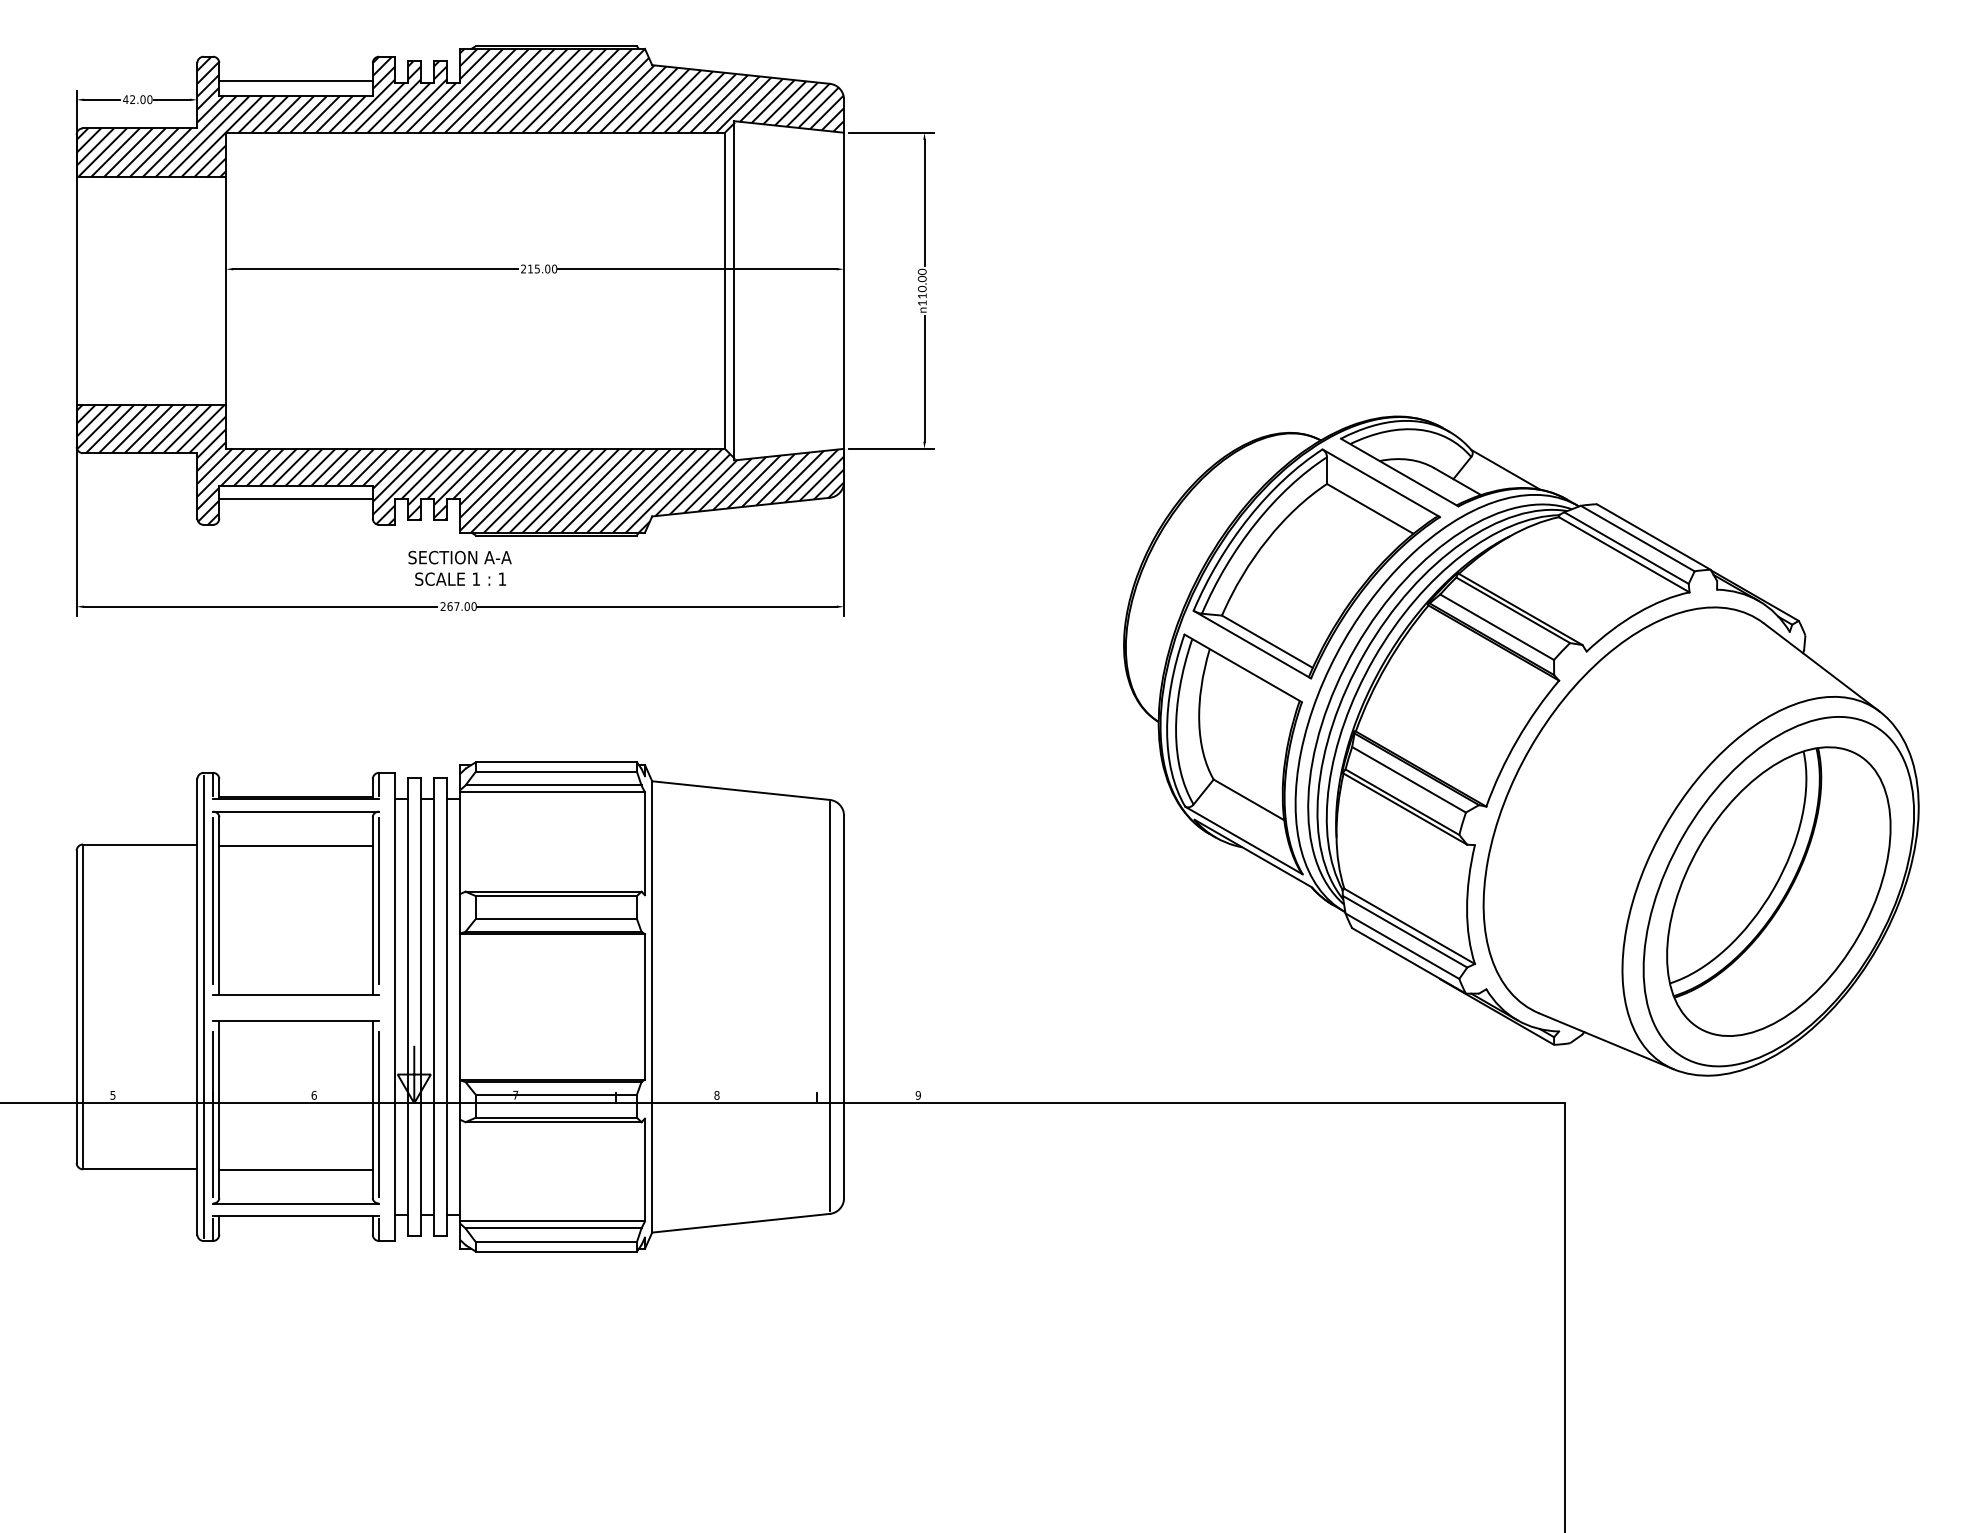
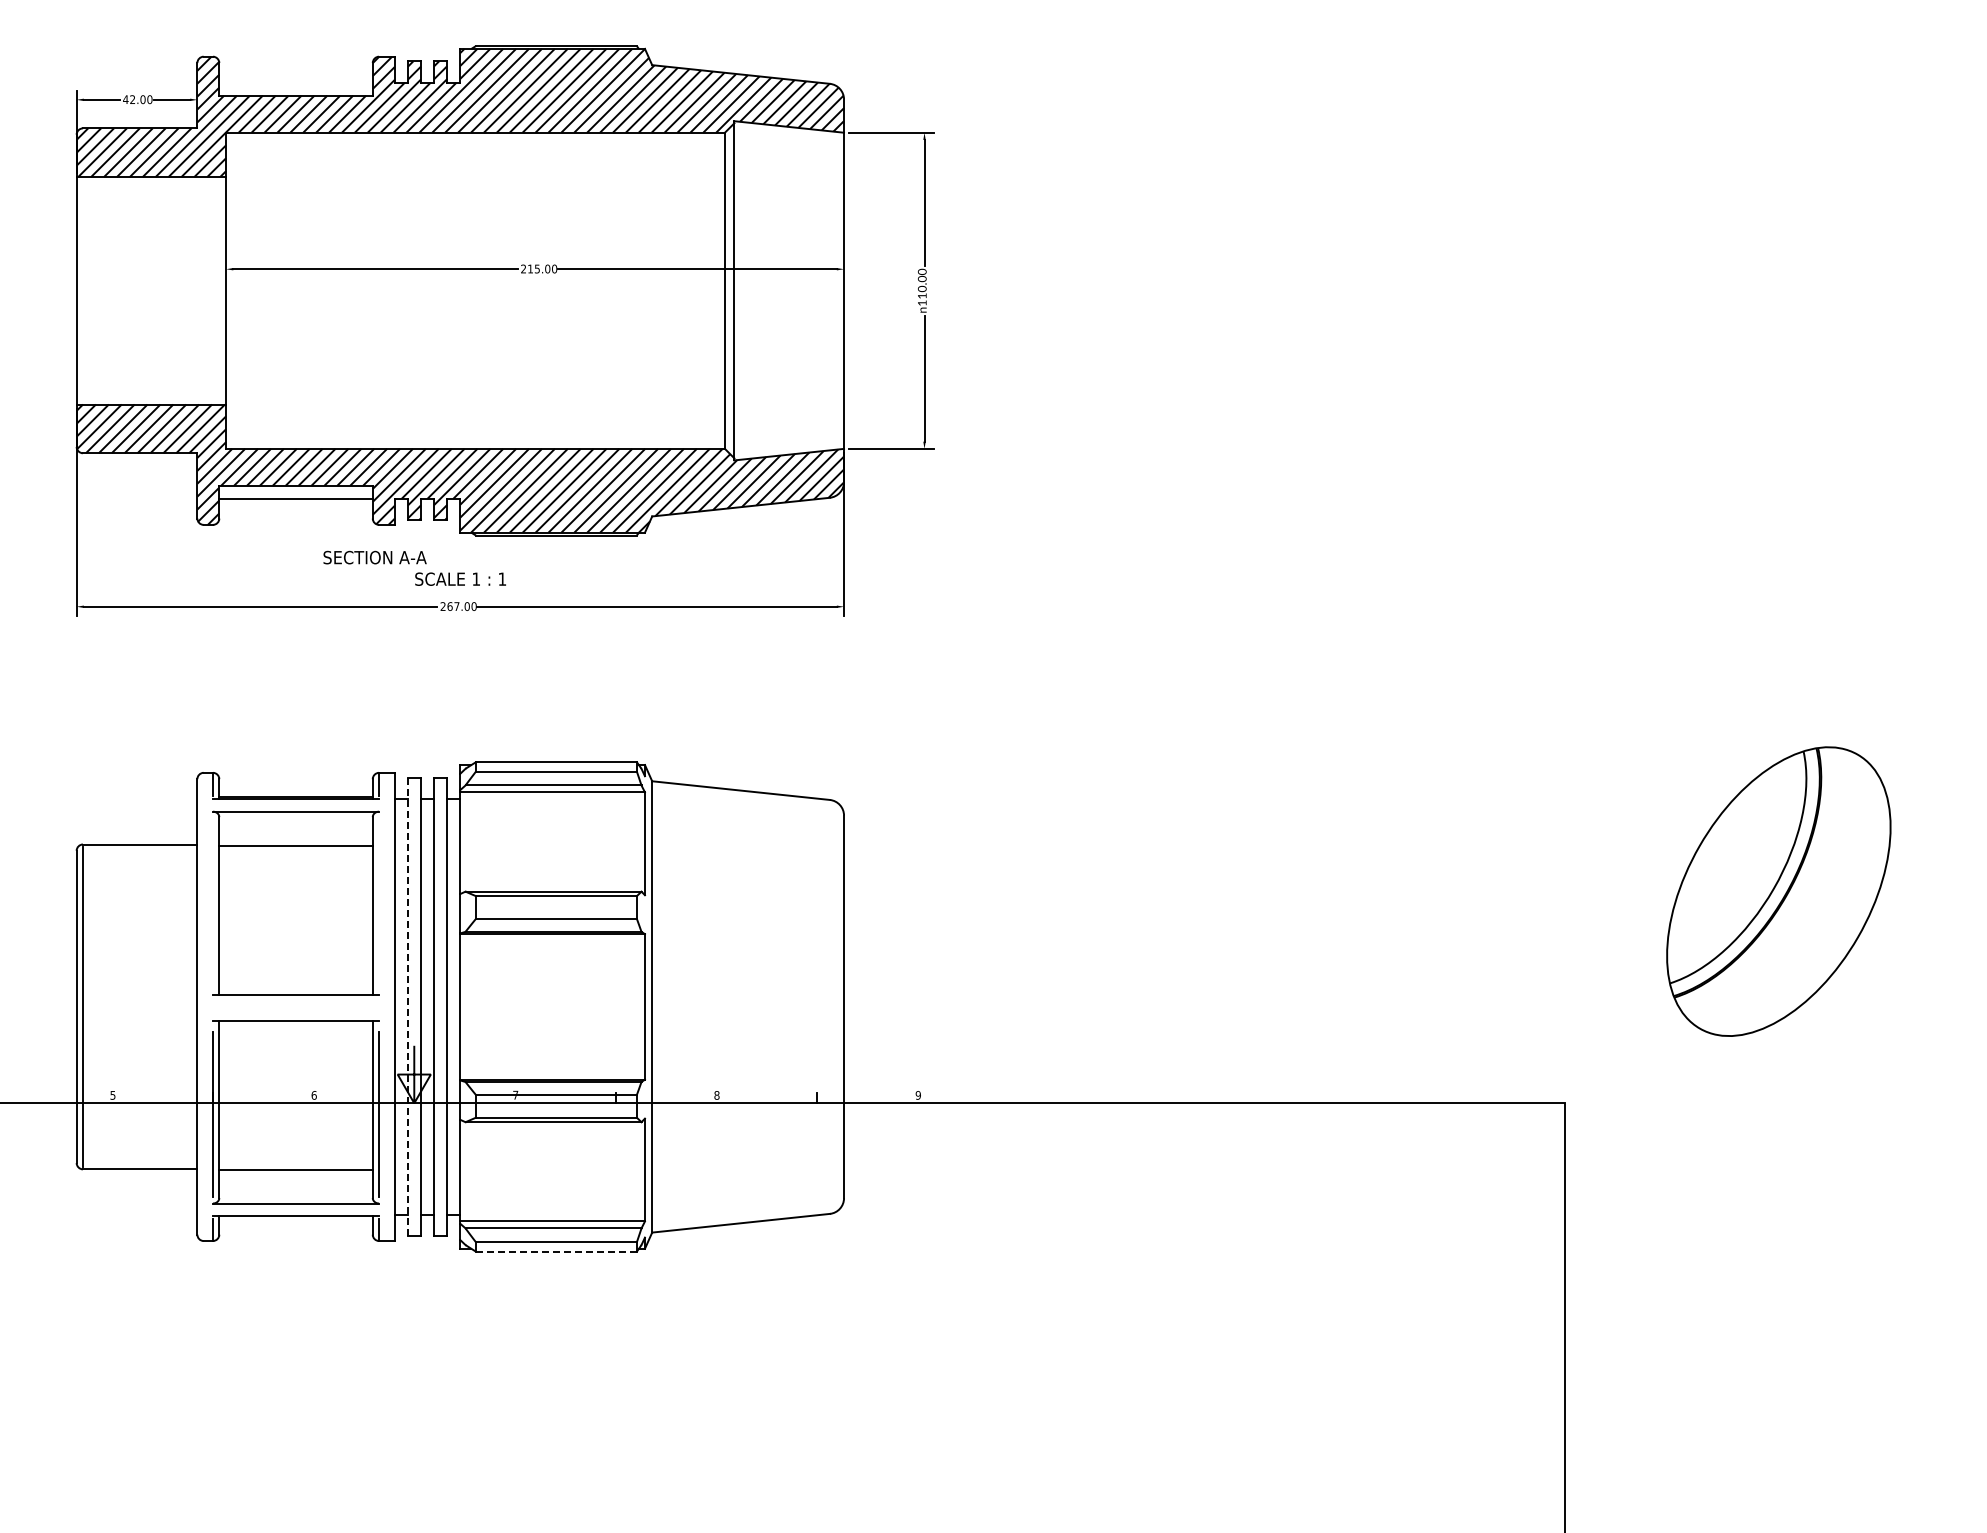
line at (295, 81): present -> none
text at (459, 557) position: (459, 557) -> (374, 557)
part at (1521, 745): present -> none
line at (212, 900): present -> none
line at (379, 900): present -> none
line at (203, 1006): present -> none
line at (407, 1006): solid -> dashed
line at (829, 1006): present -> none
line at (555, 1251): solid -> dashed
